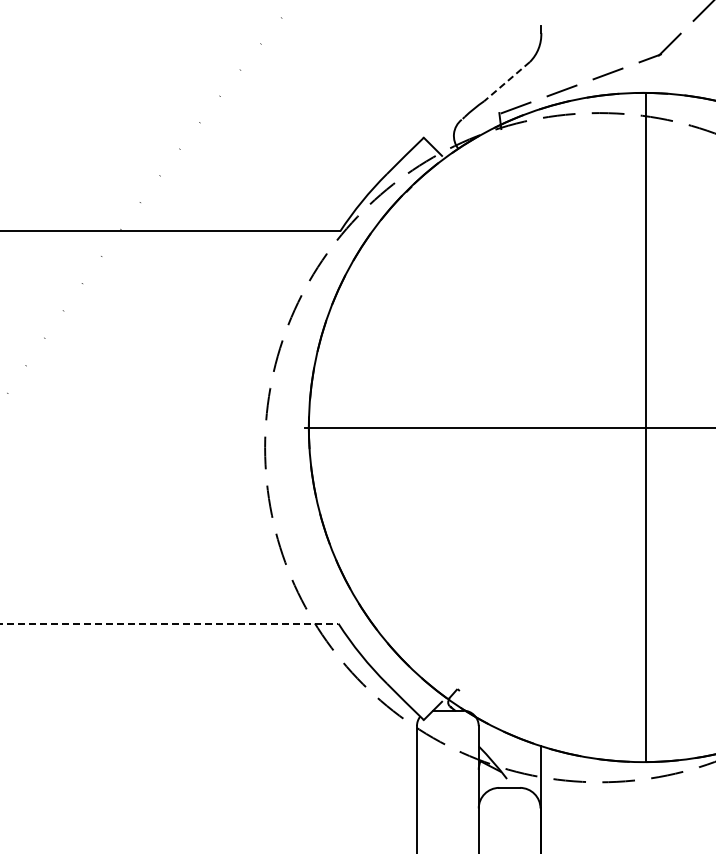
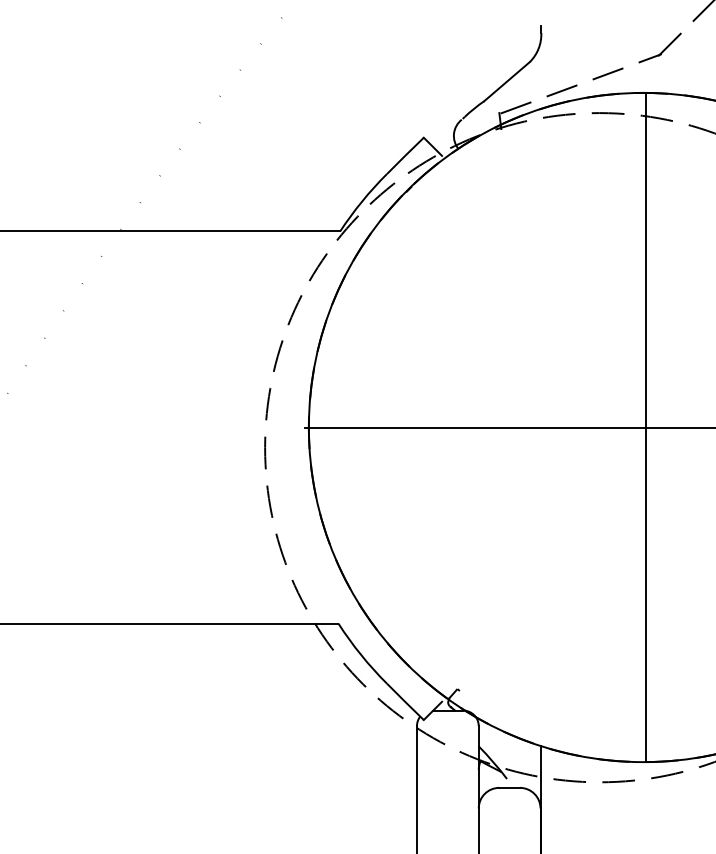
line at (506, 81): dashed -> solid
line at (169, 623): dashed -> solid
